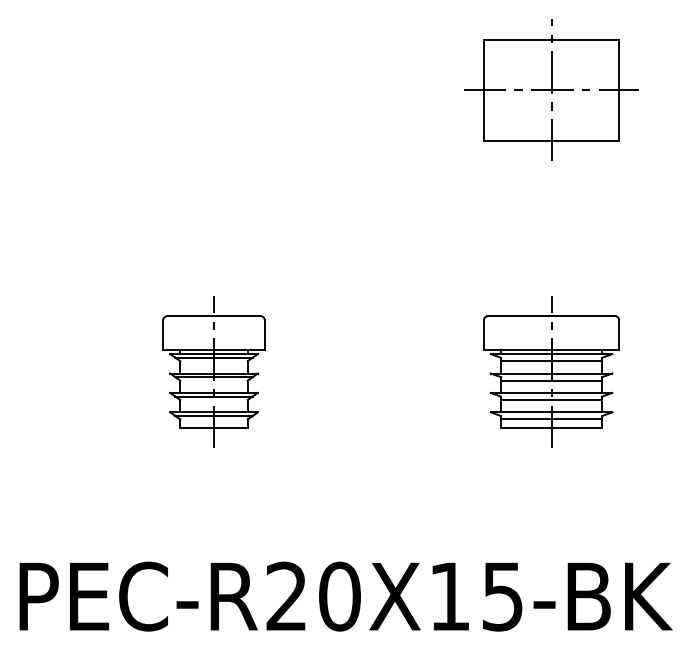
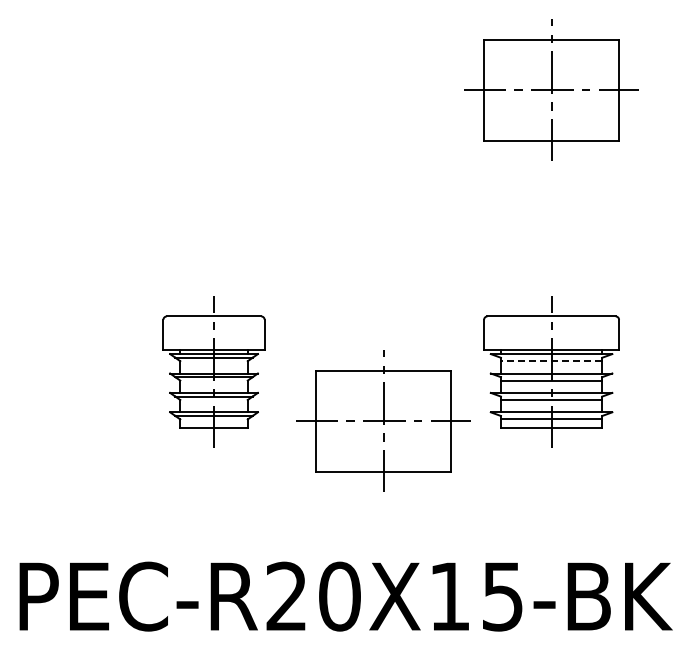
line at (551, 361): solid -> dashed
part at (383, 420): none -> present
